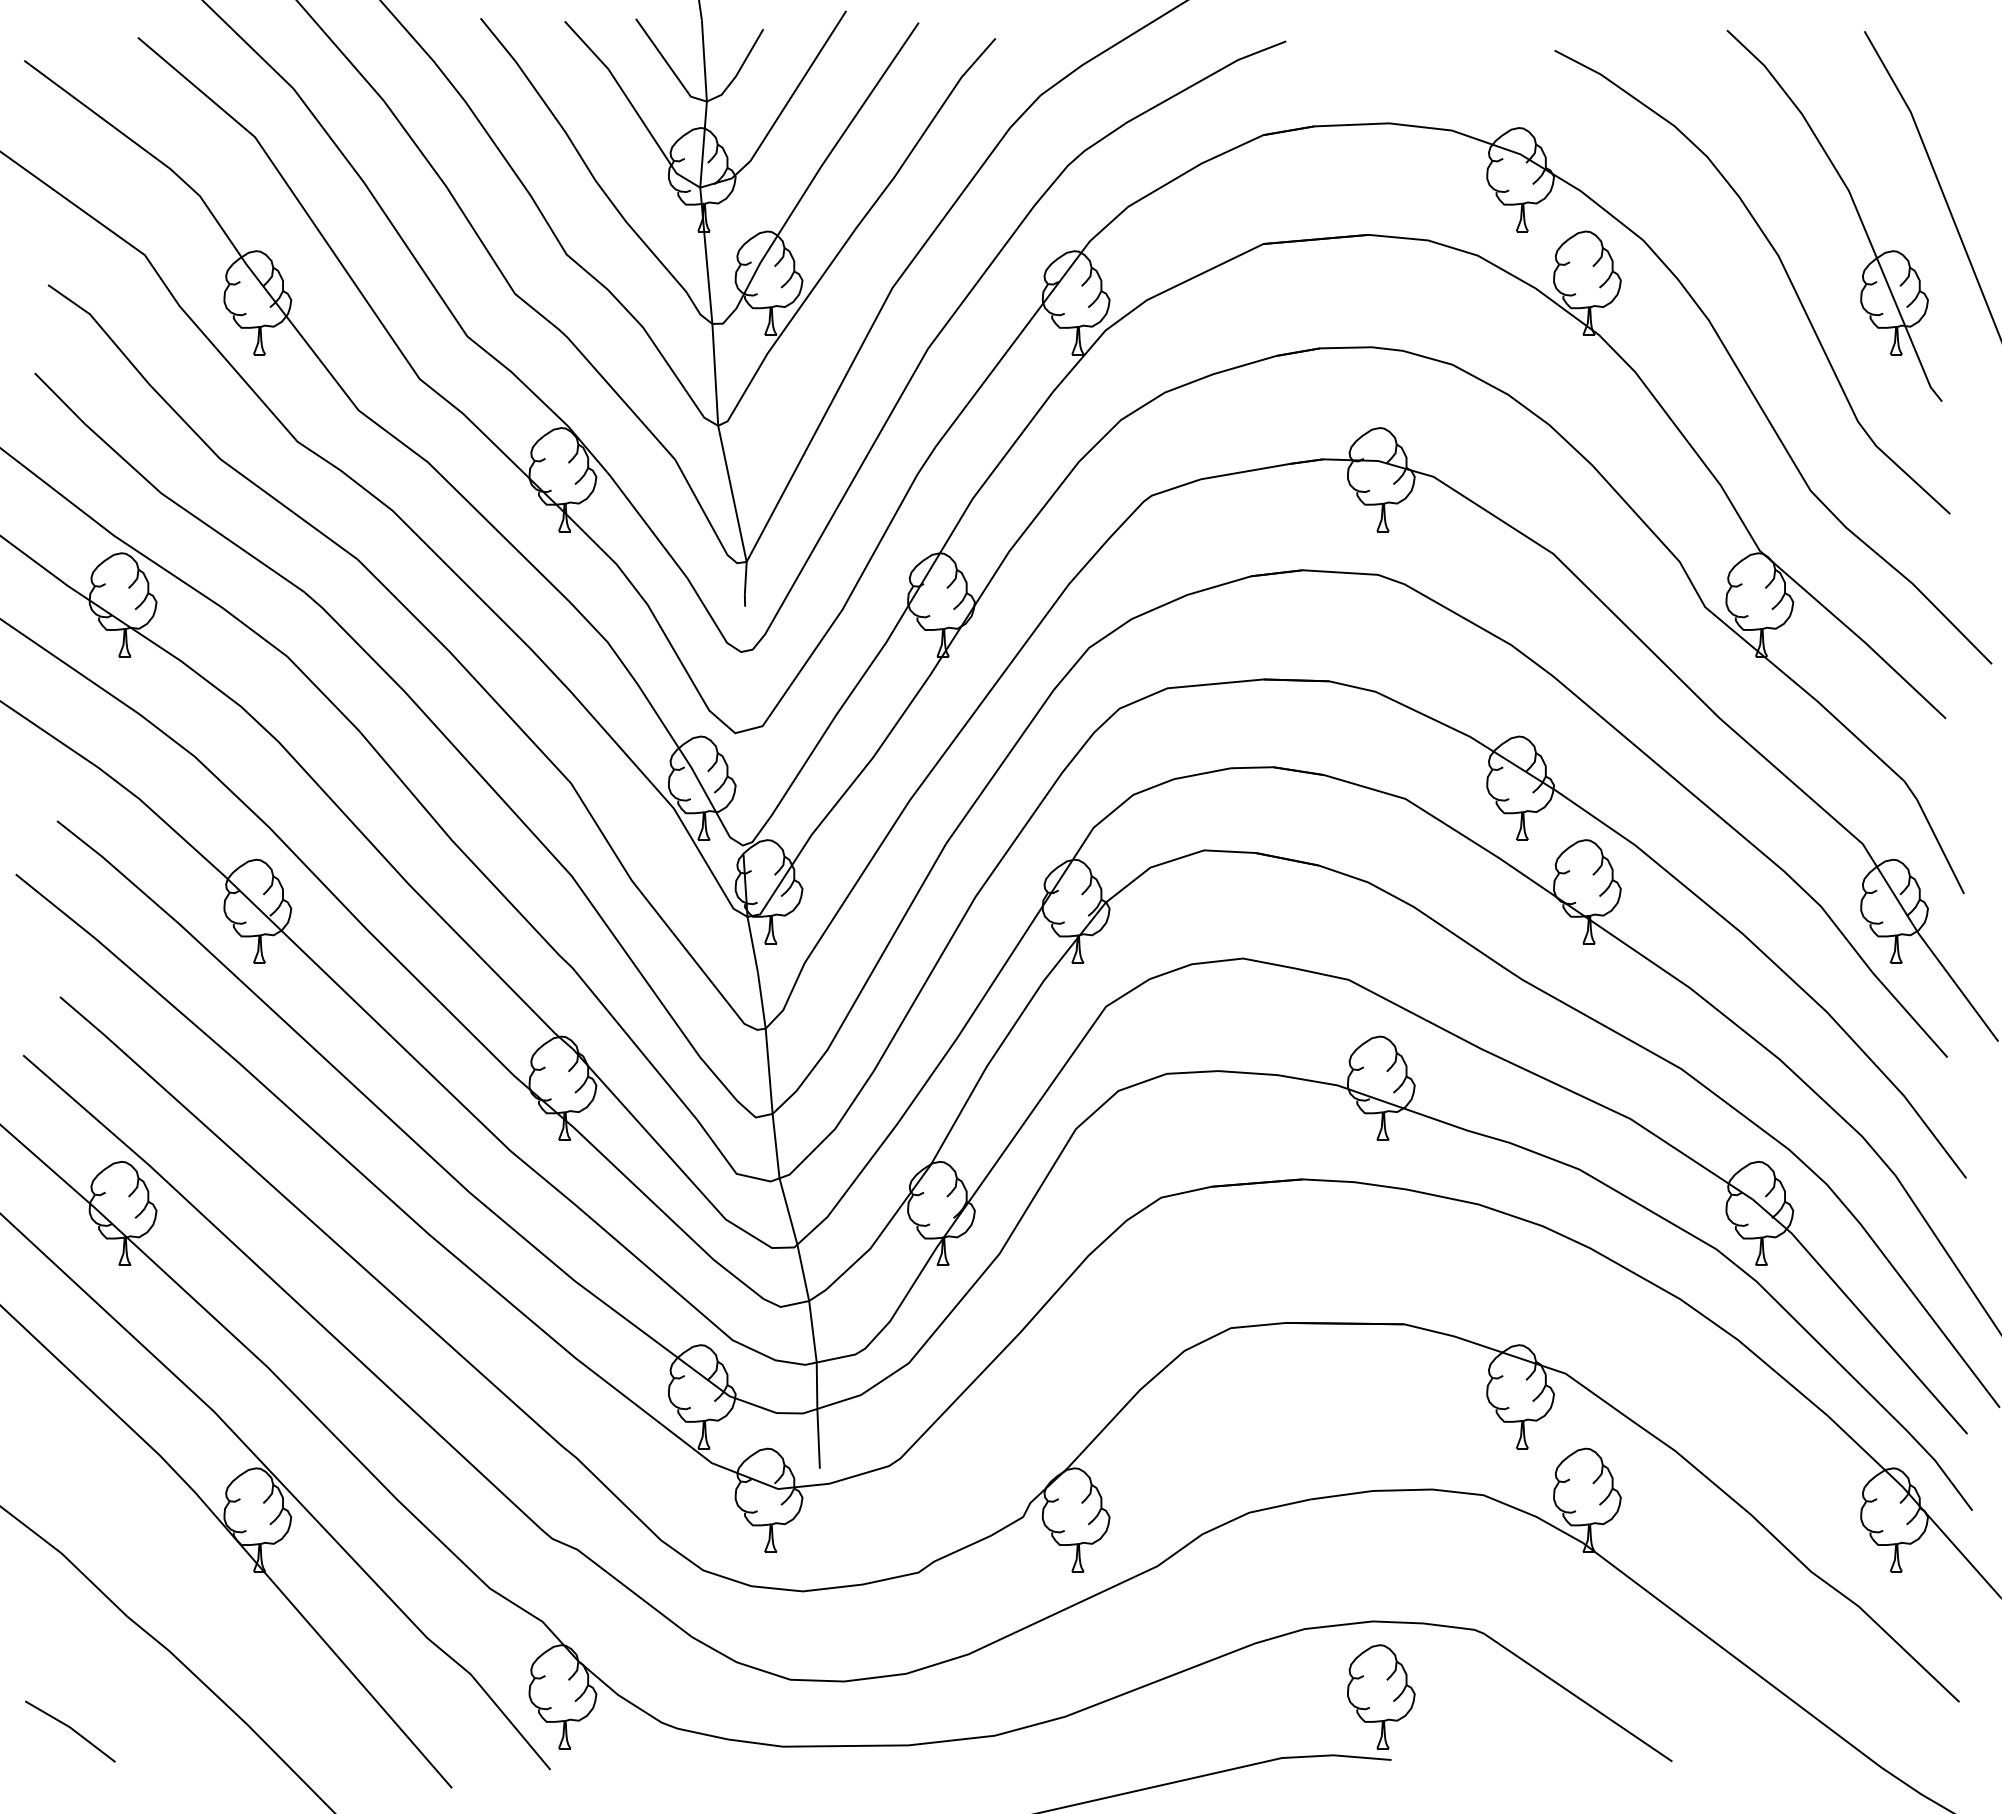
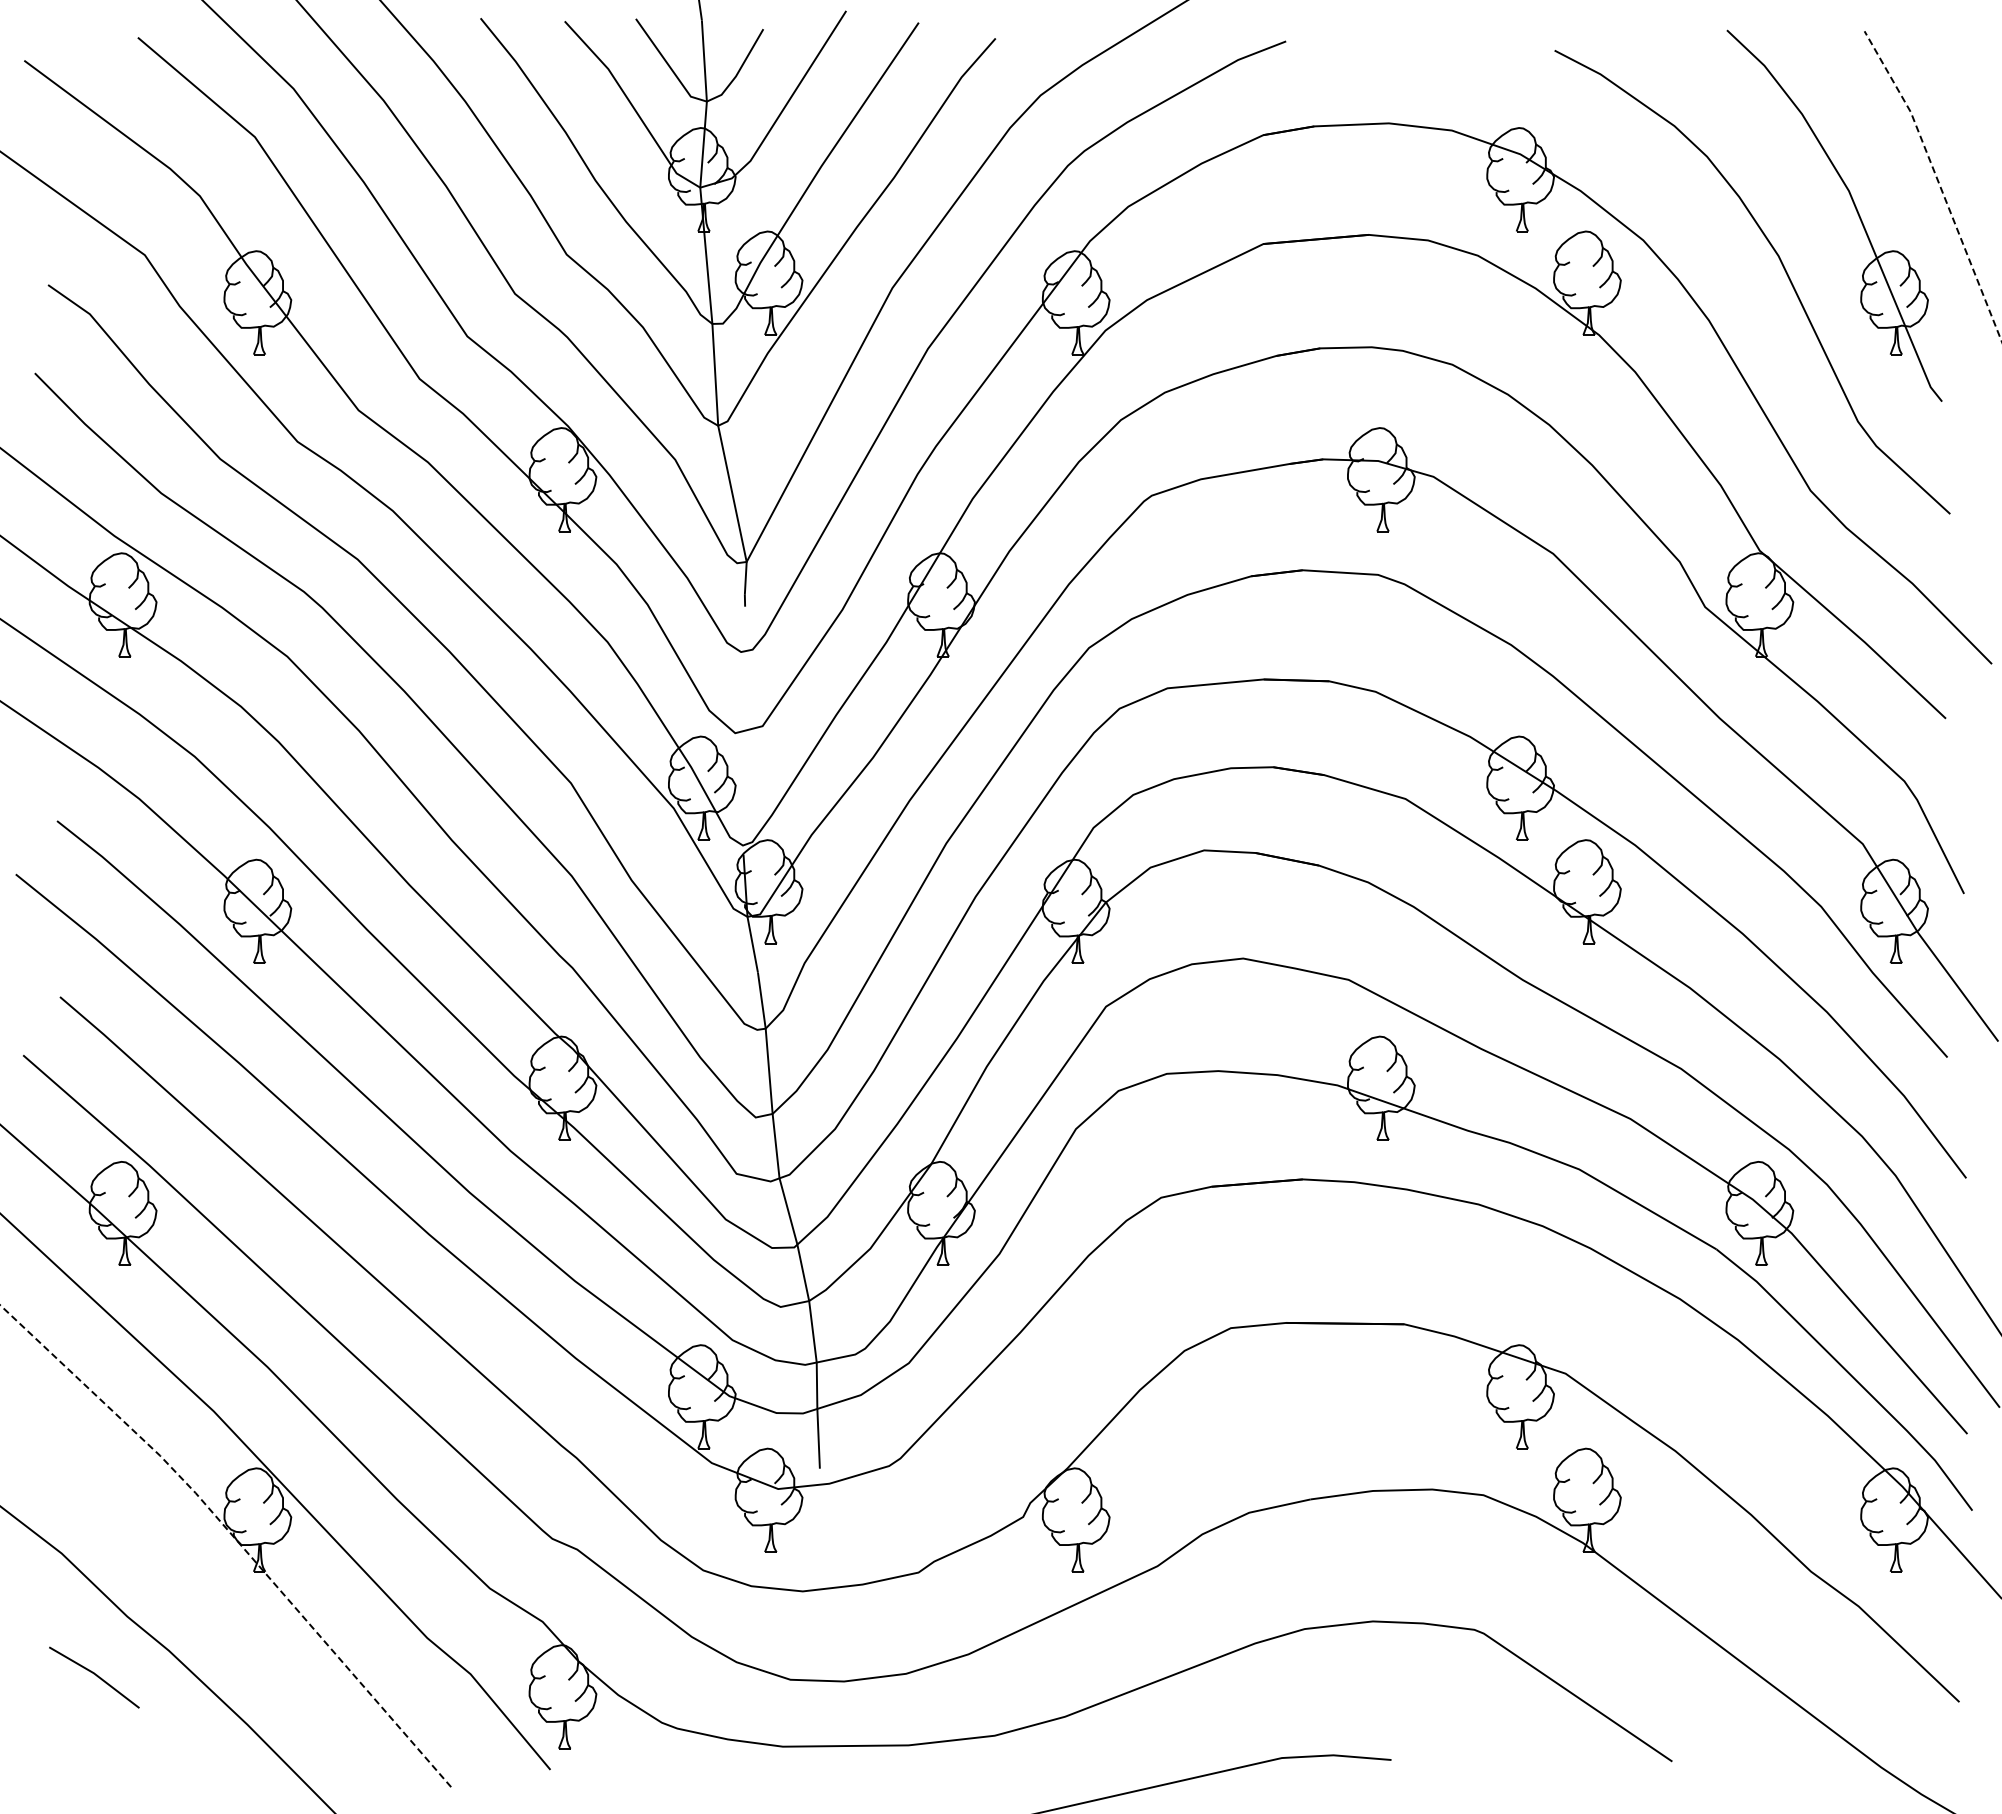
line at (1938, 182): solid -> dashed
line at (234, 1538): solid -> dashed
part at (1381, 1696): present -> none
line at (71, 1729) position: (71, 1729) -> (95, 1675)
